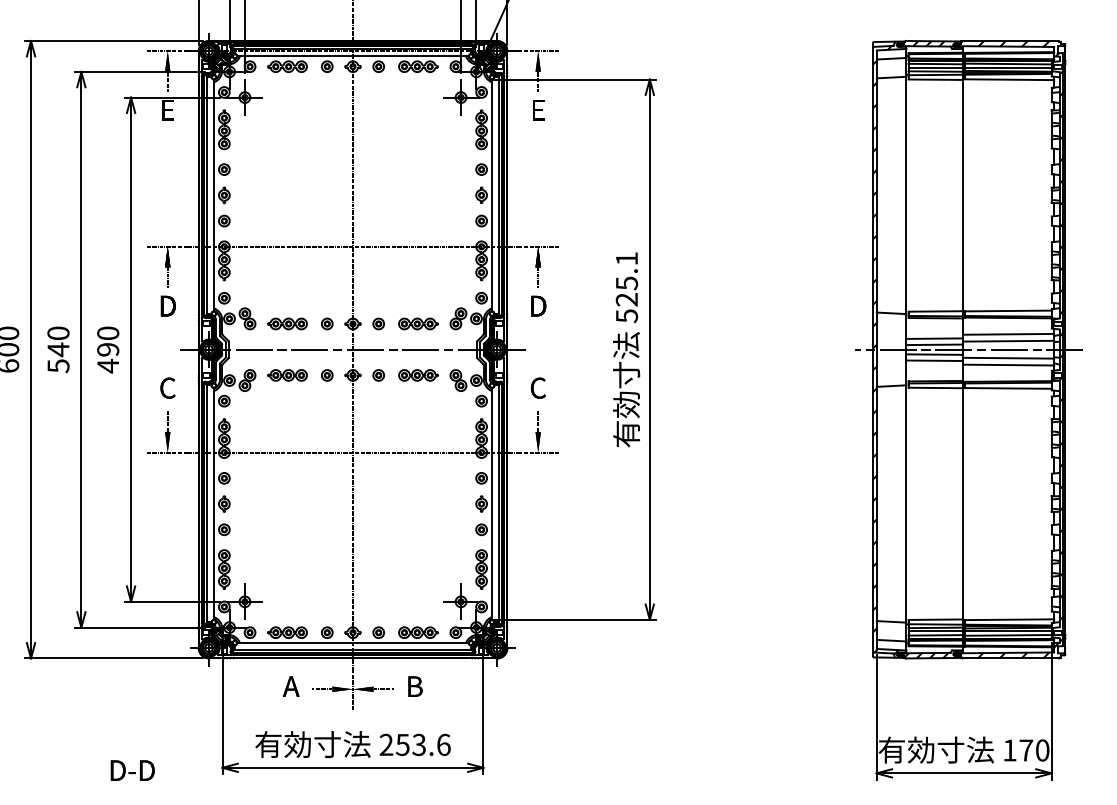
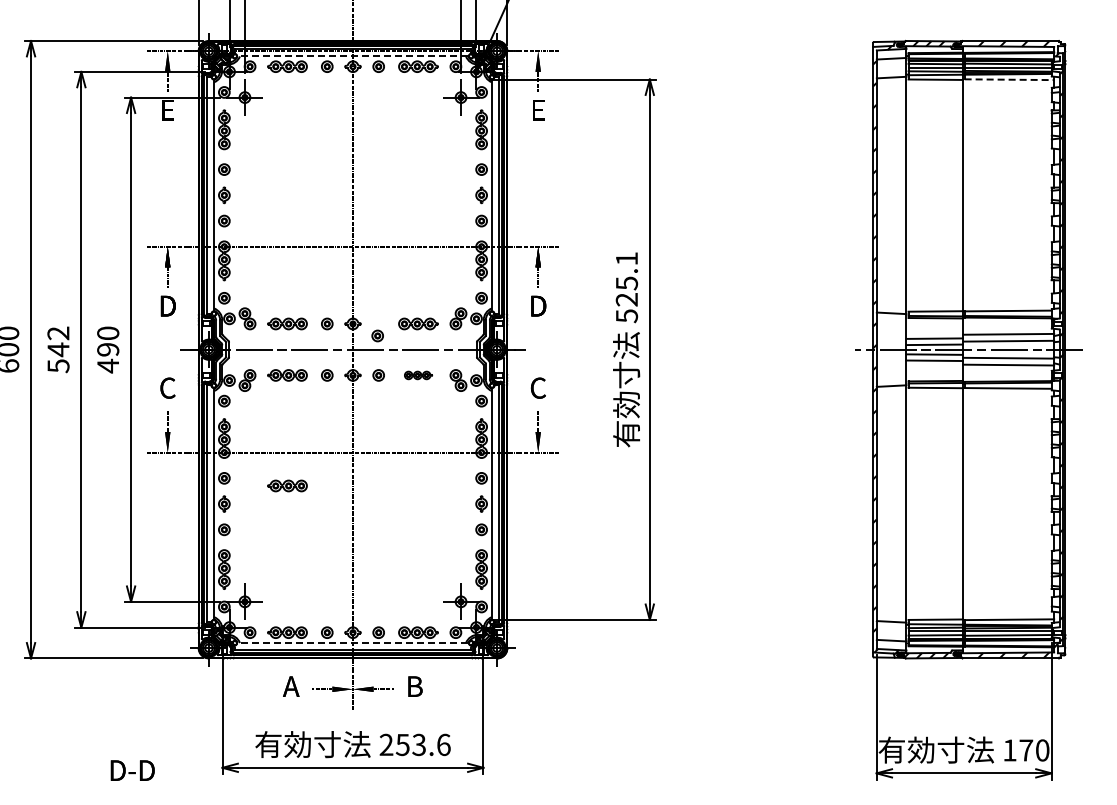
line at (352, 56): solid -> dashed
line at (1009, 79): solid -> dashed
part at (378, 323) position: (378, 323) -> (377, 335)
text at (58, 333): 540 -> 542
part at (418, 375) size: 41x13 px -> 30x11 px
part at (287, 485): none -> present
line at (352, 643): solid -> dashed
